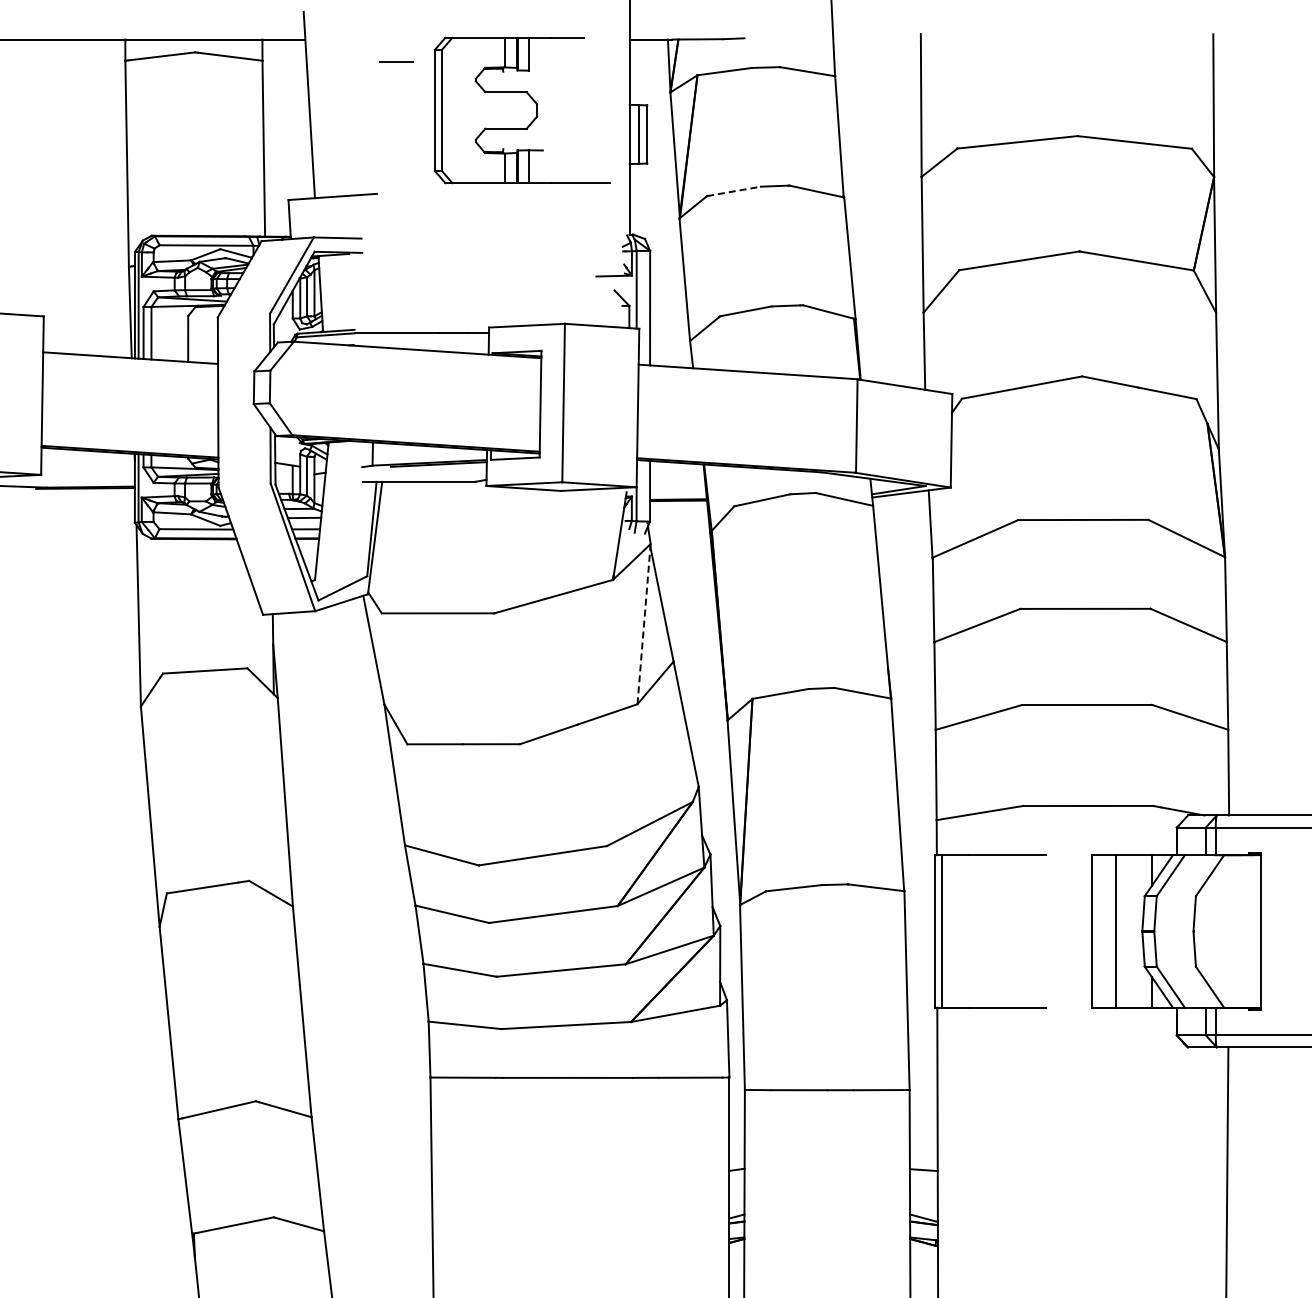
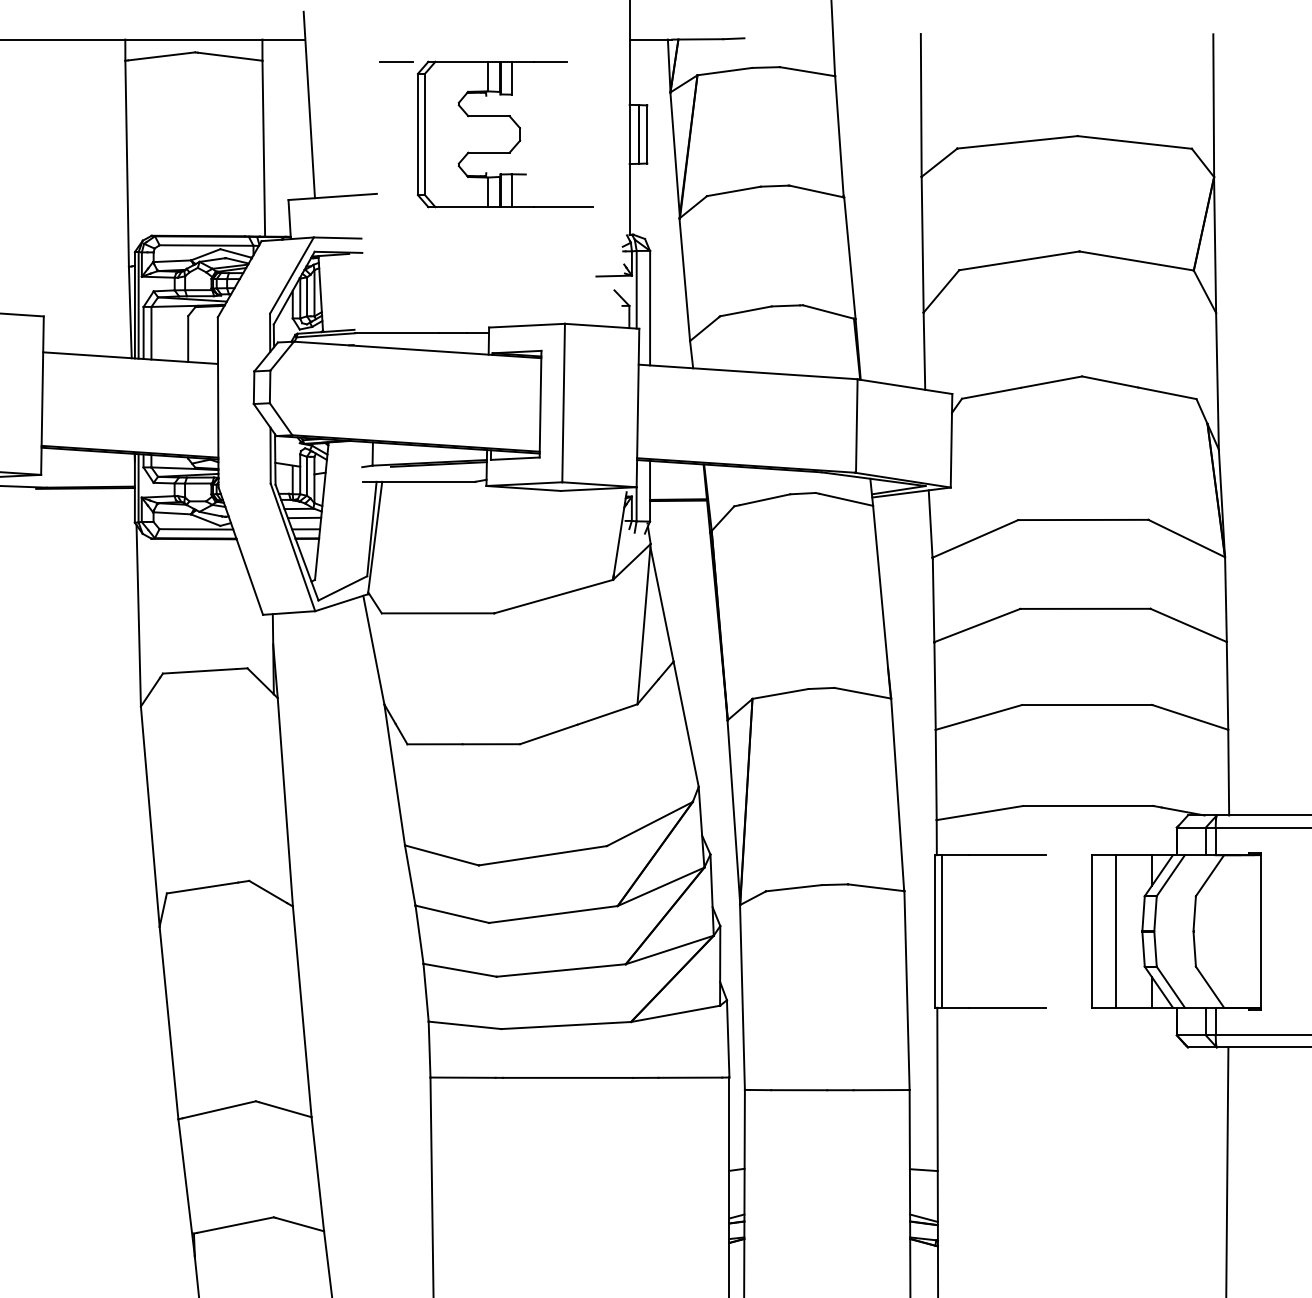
part at (521, 110) position: (521, 110) -> (504, 134)
line at (734, 191): dashed -> solid
line at (644, 623): dashed -> solid
